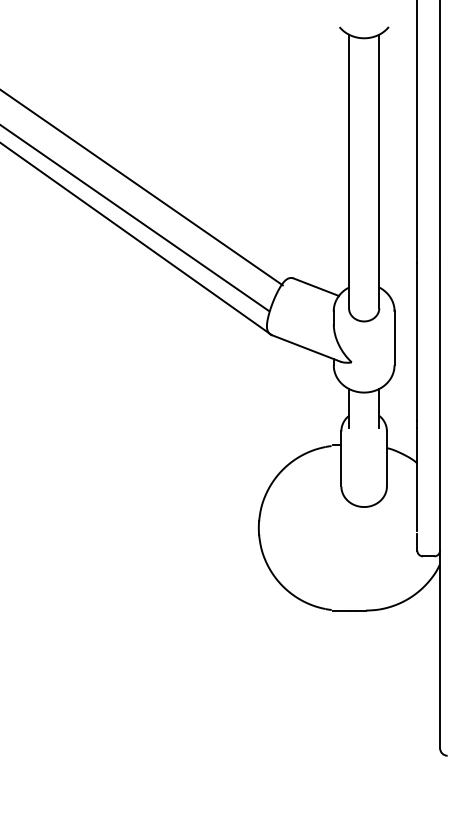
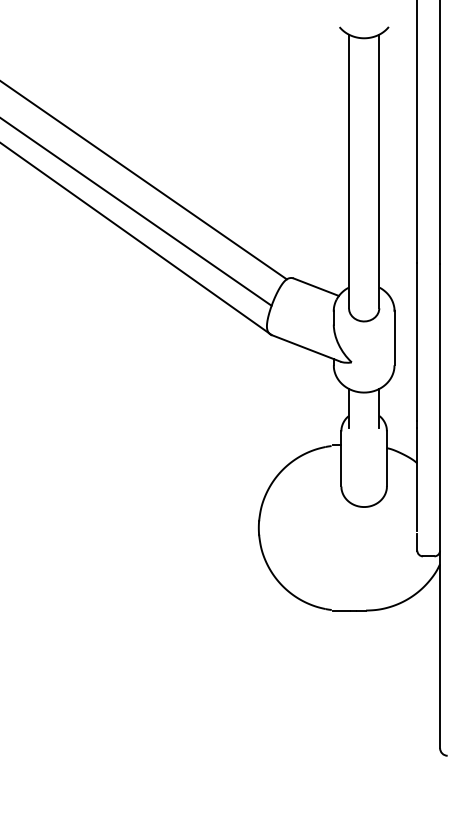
line at (142, 187) position: (142, 187) -> (144, 180)
line at (135, 218) position: (135, 218) -> (136, 212)
